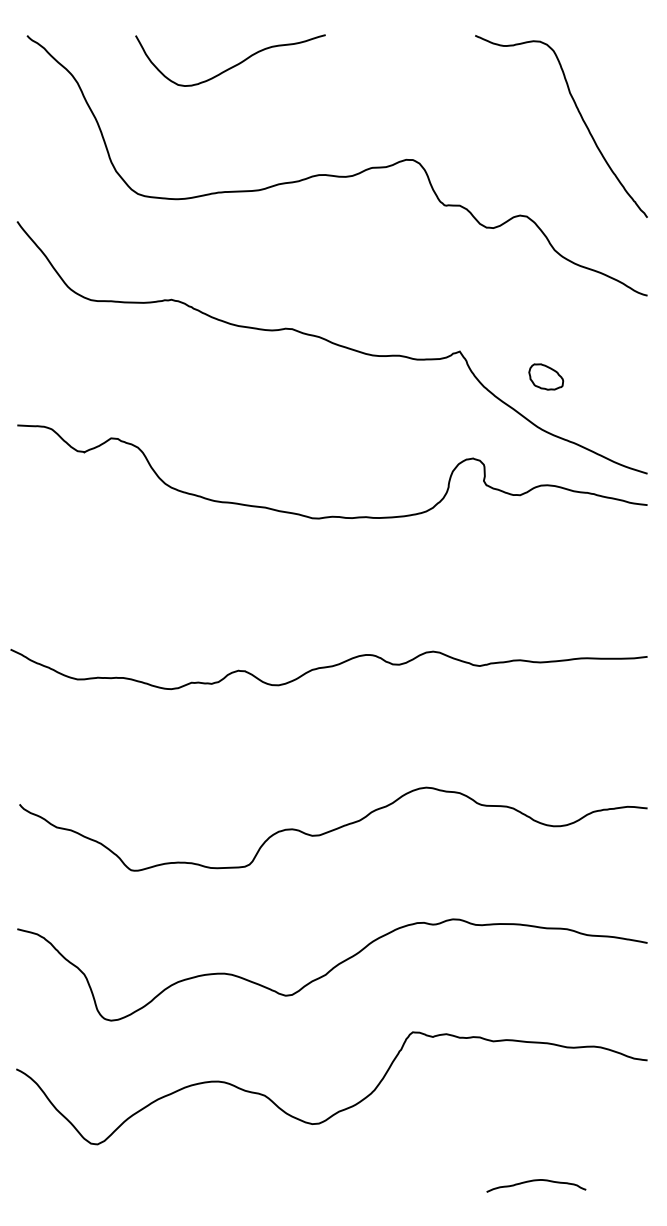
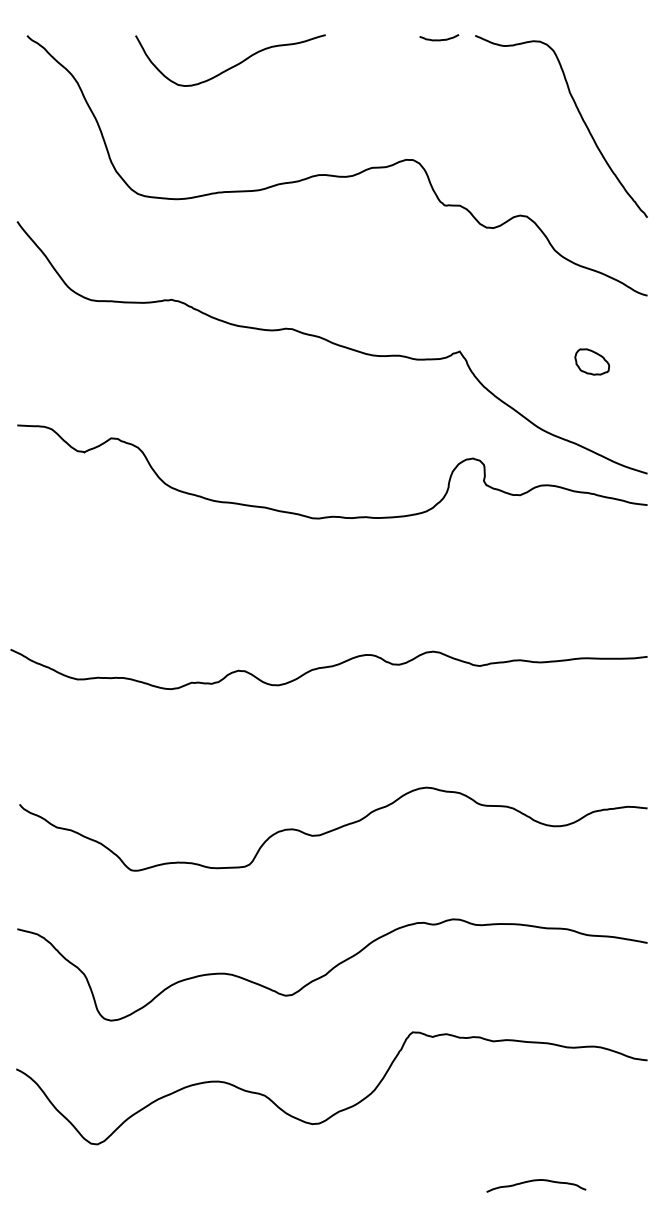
curve at (439, 39): none -> present
part at (546, 376) position: (546, 376) -> (592, 361)
